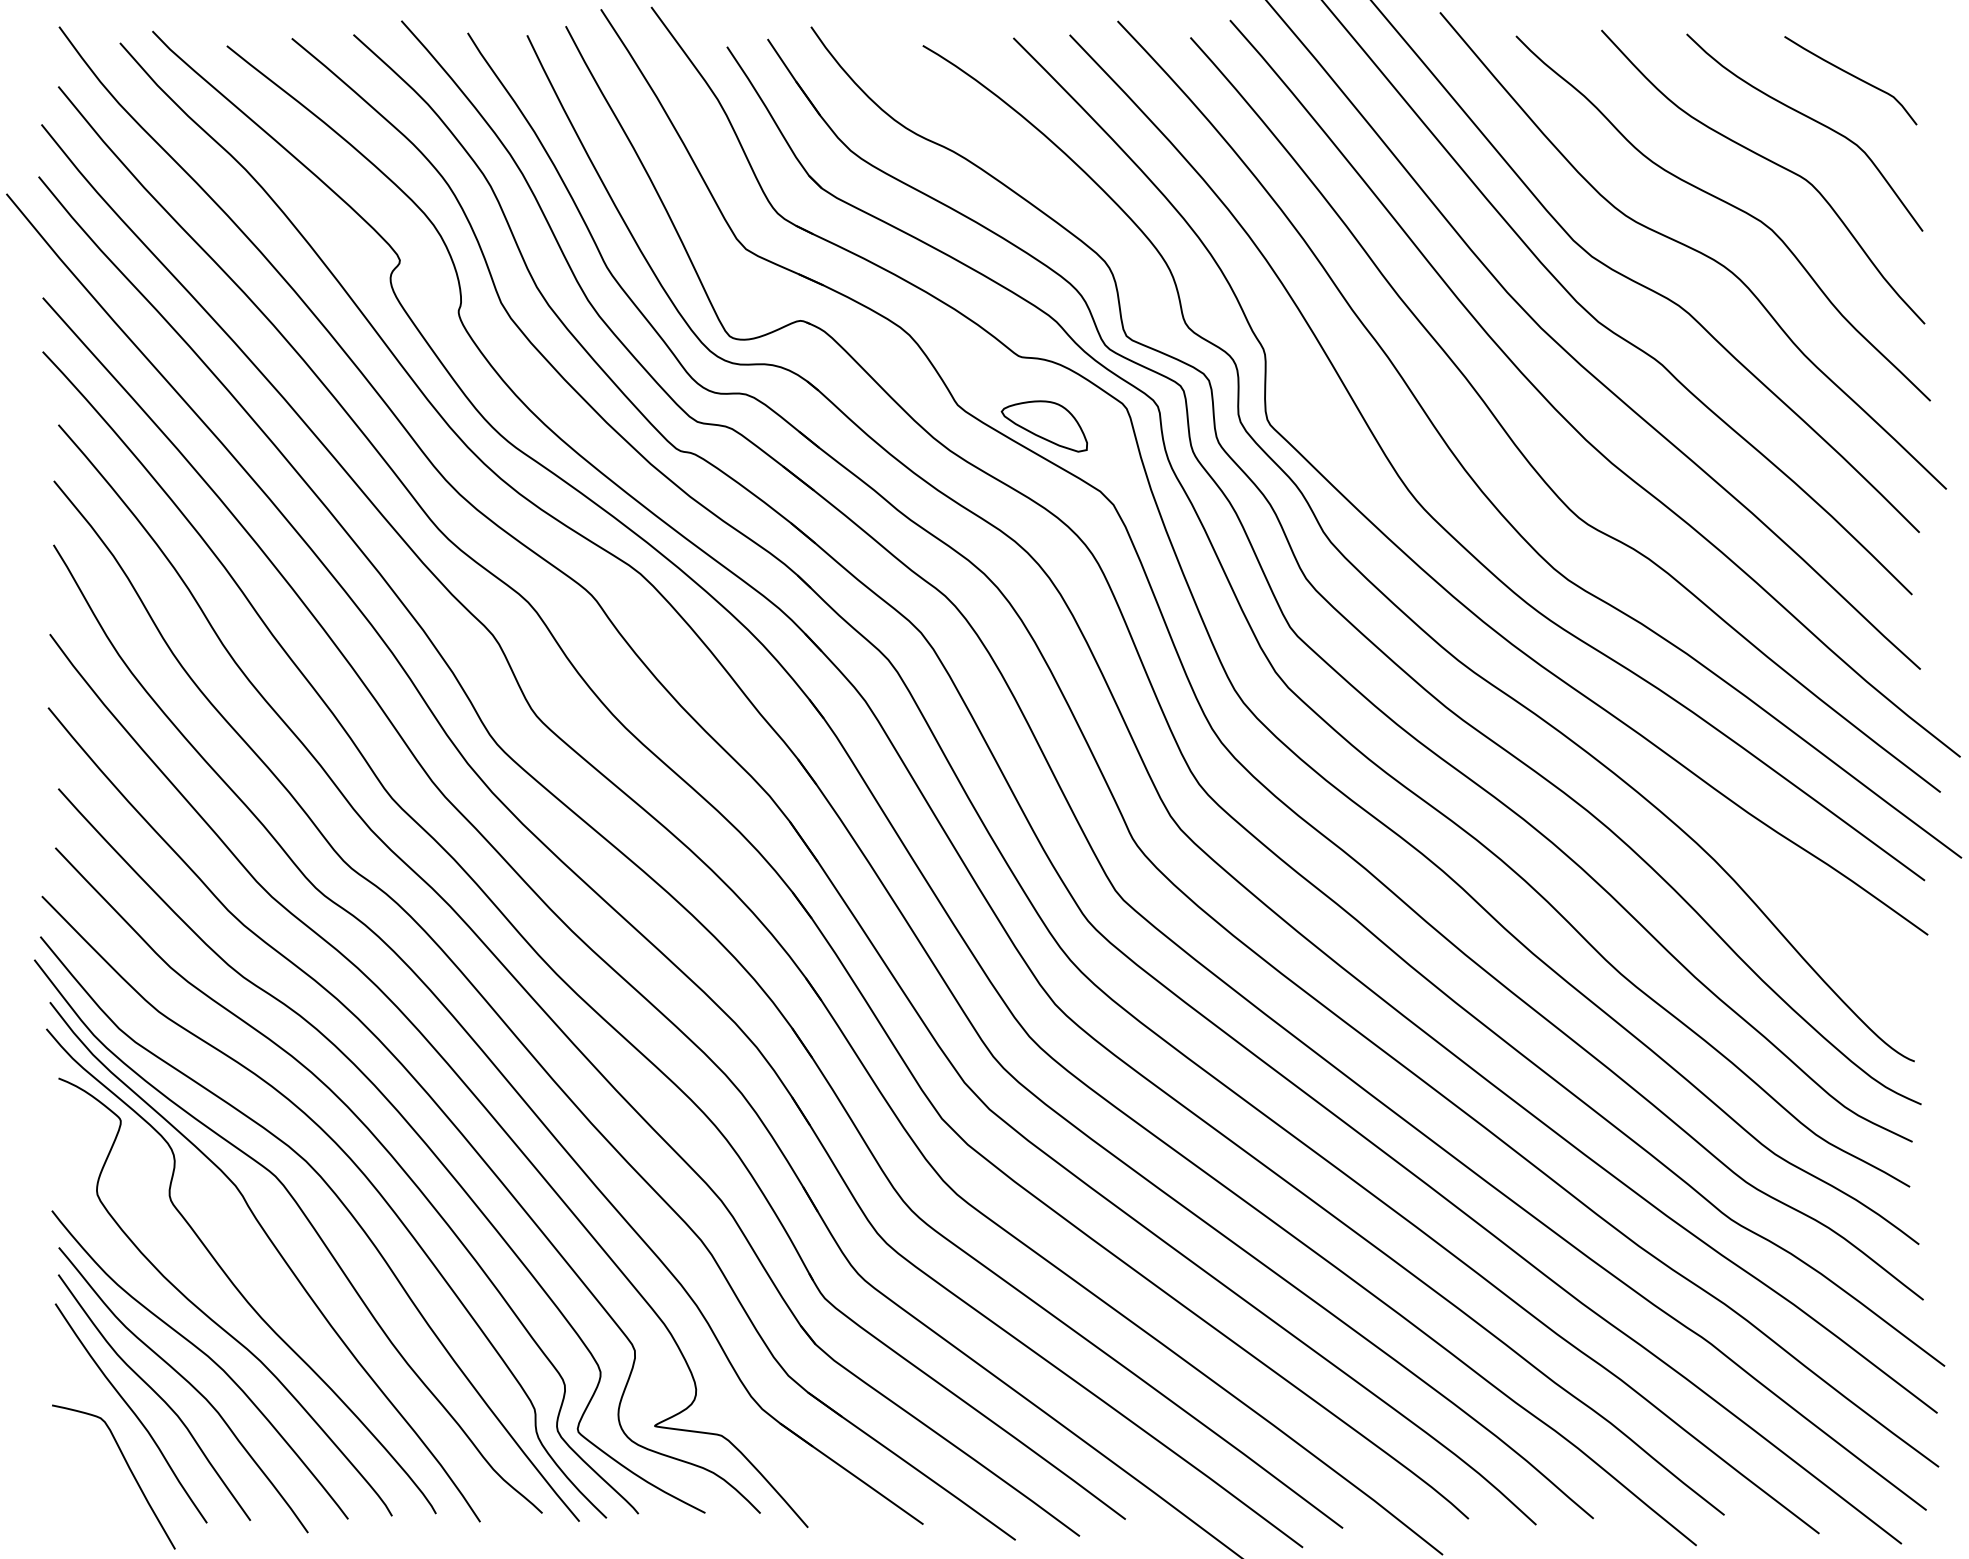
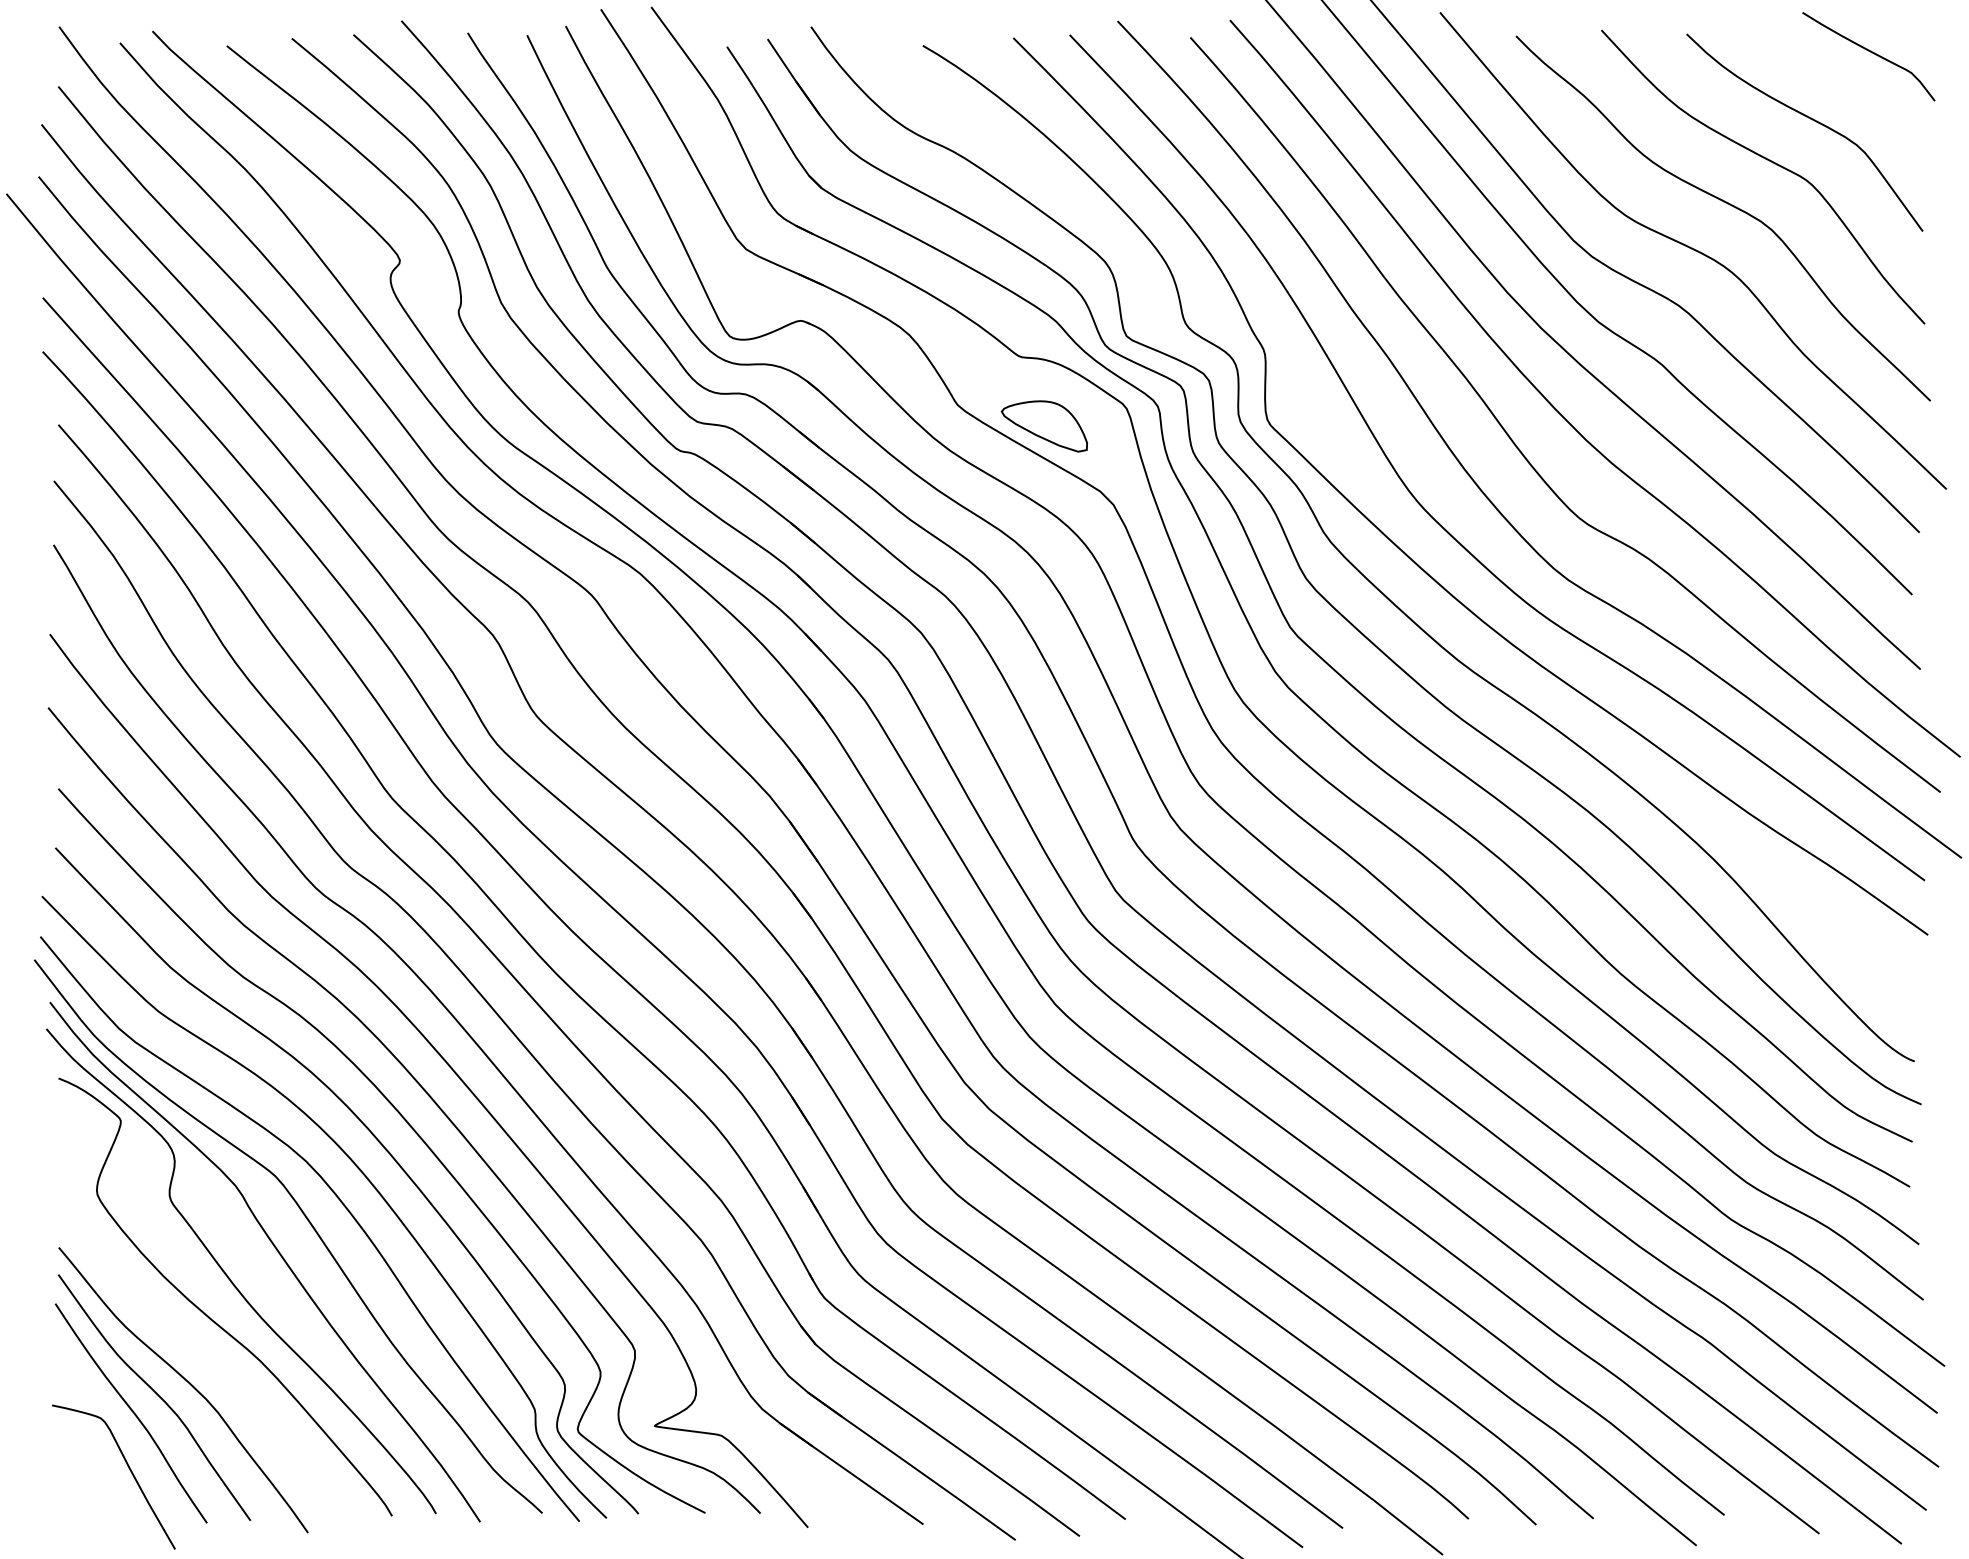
curve at (1852, 76) position: (1852, 76) -> (1870, 52)
curve at (206, 1356): present -> none
